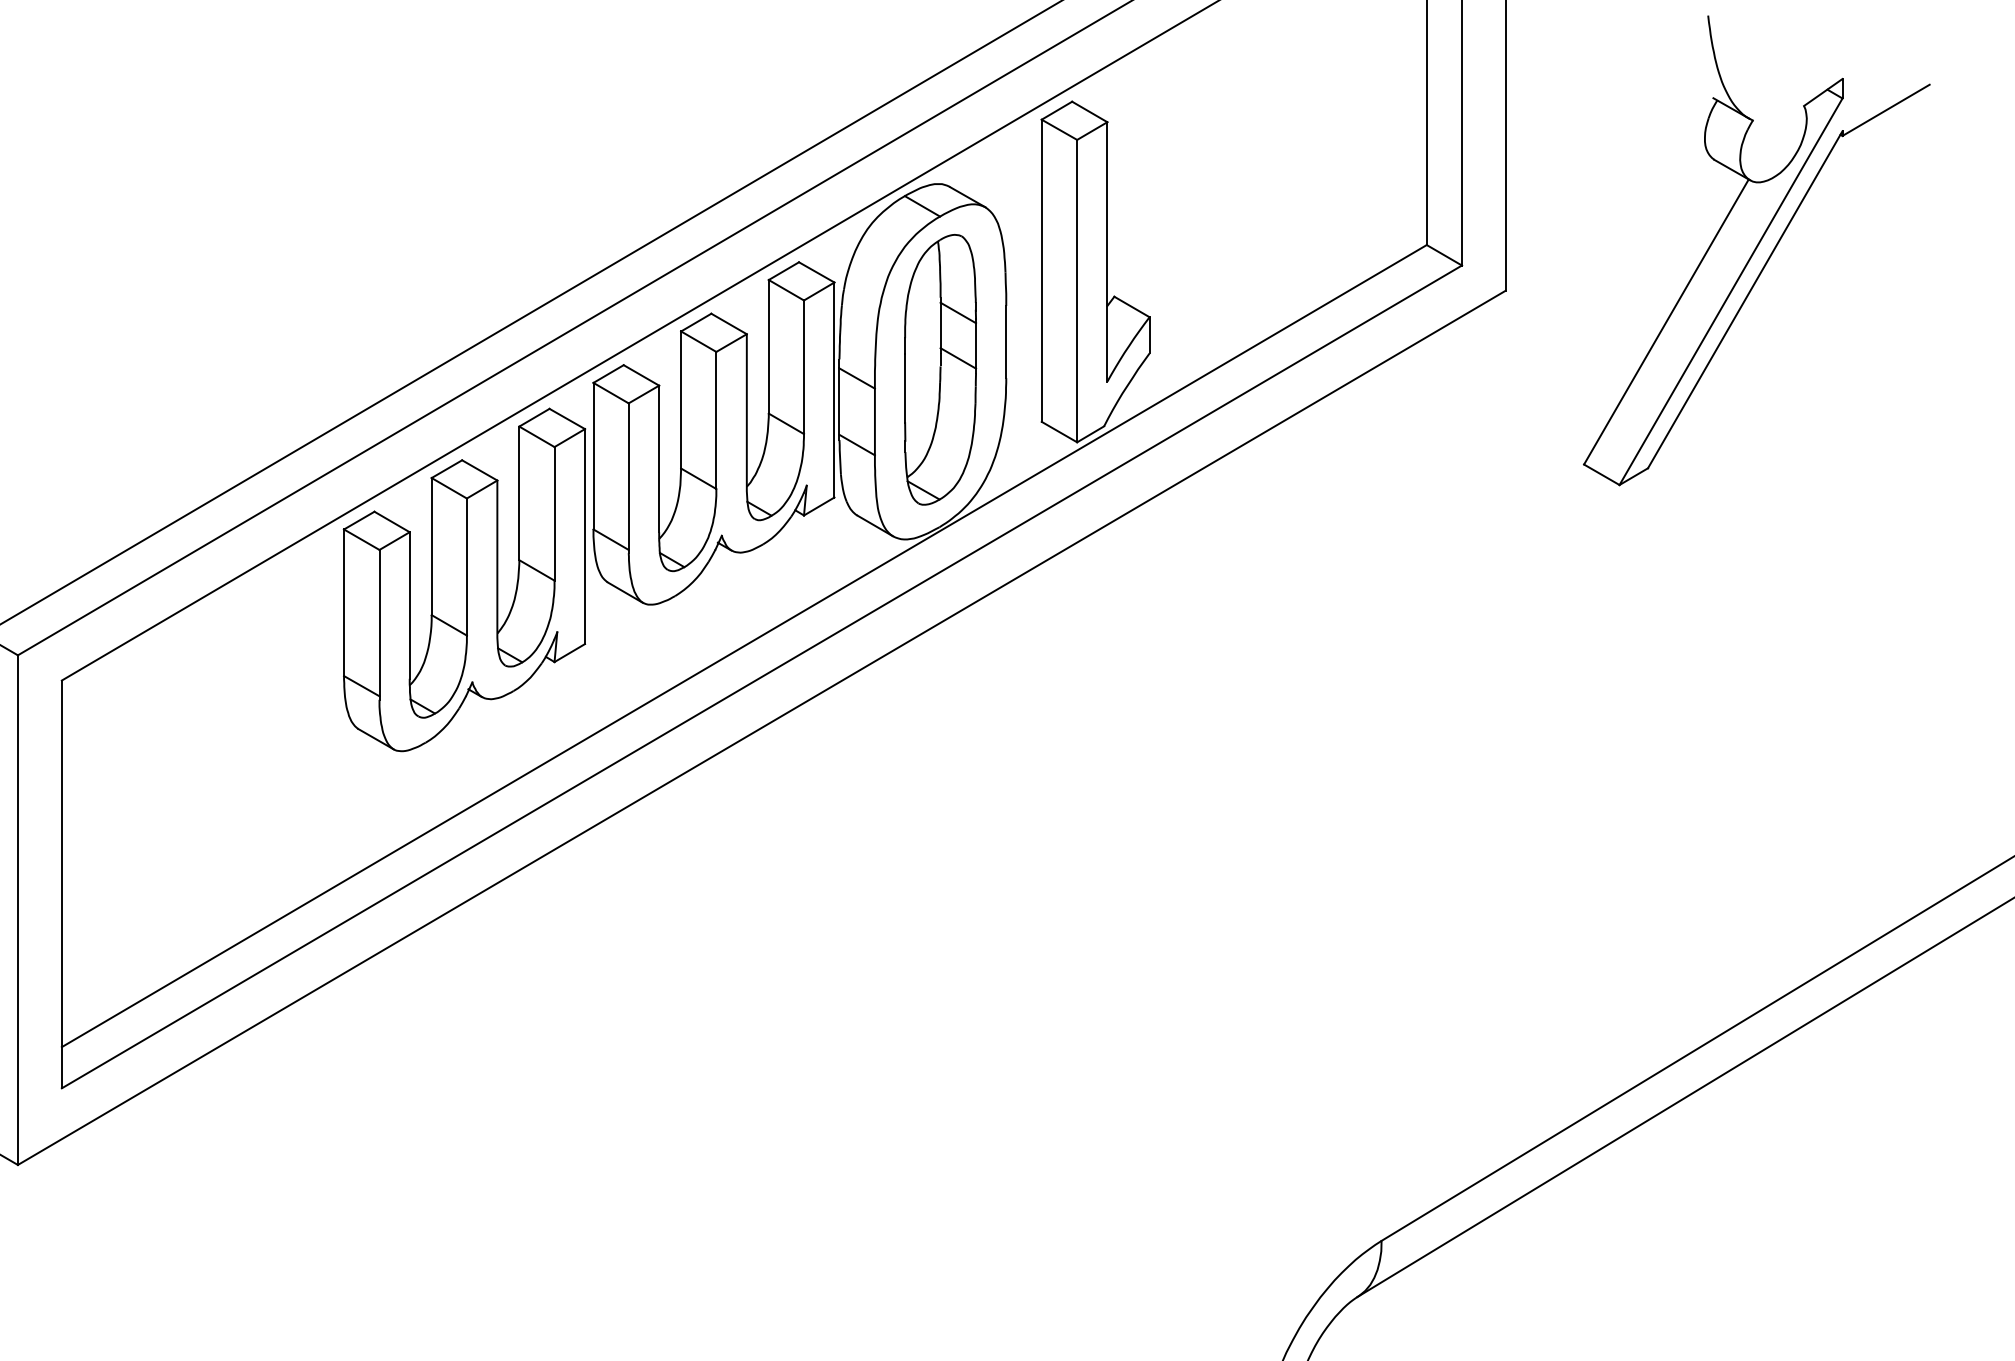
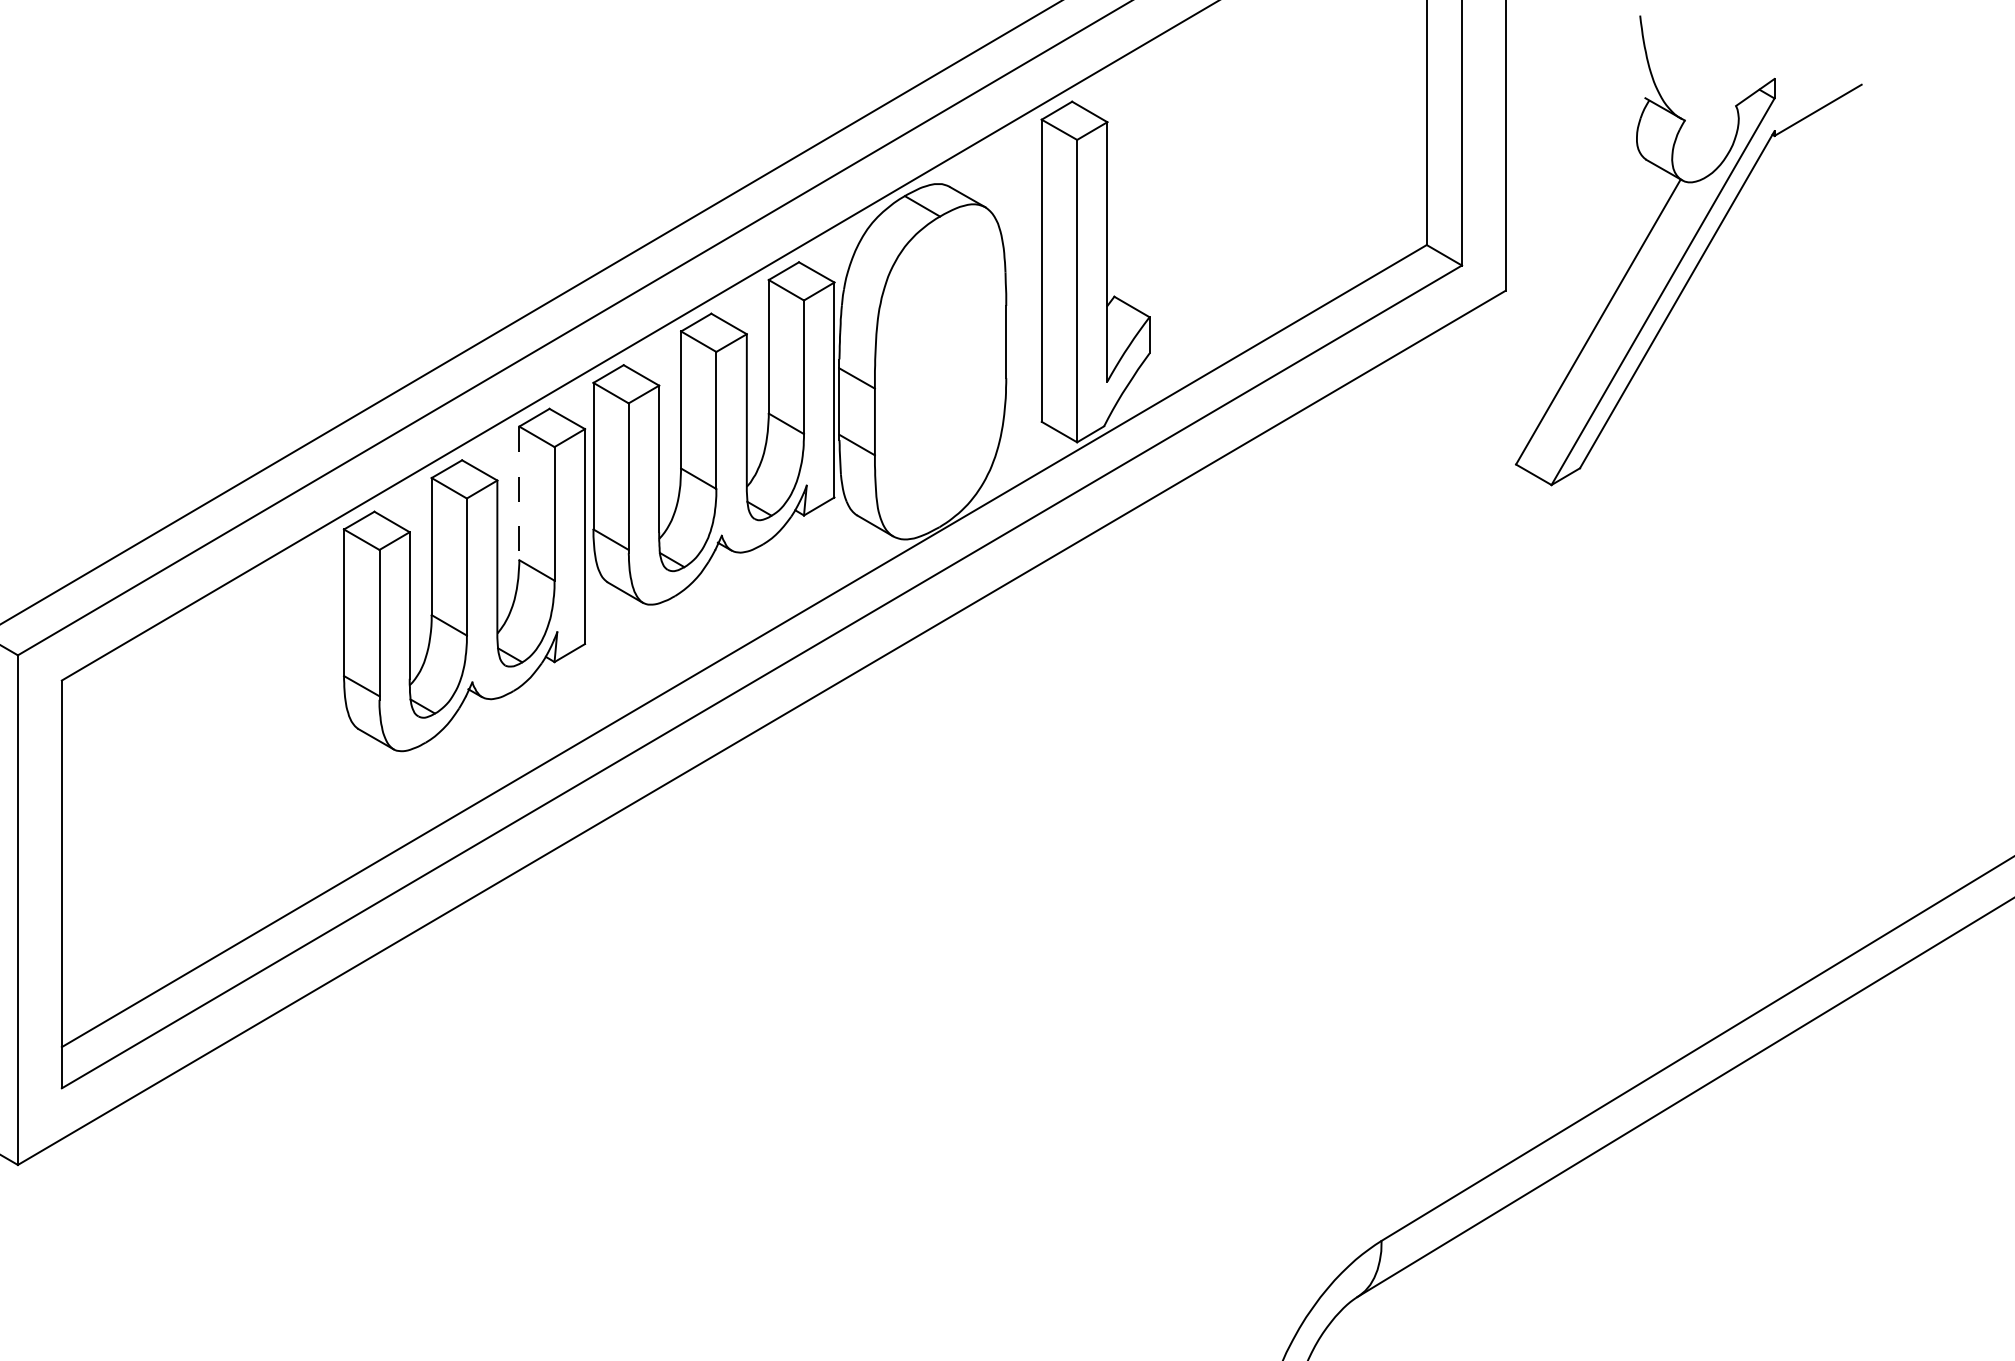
part at (1756, 250) position: (1756, 250) -> (1688, 250)
part at (940, 369): present -> none
line at (519, 493): solid -> dashed
